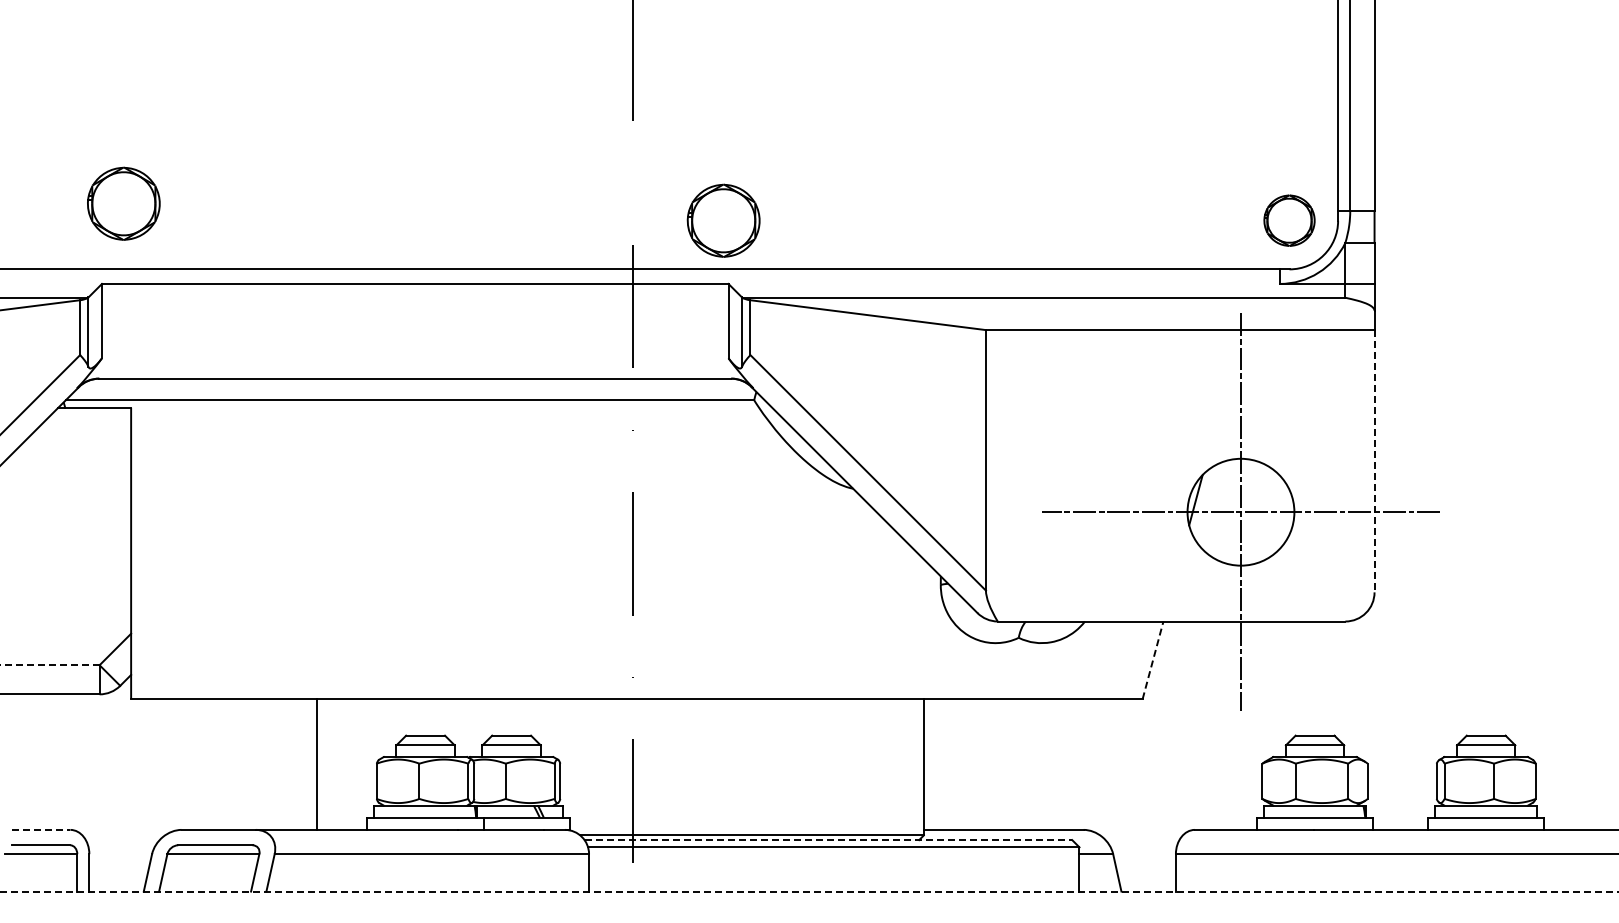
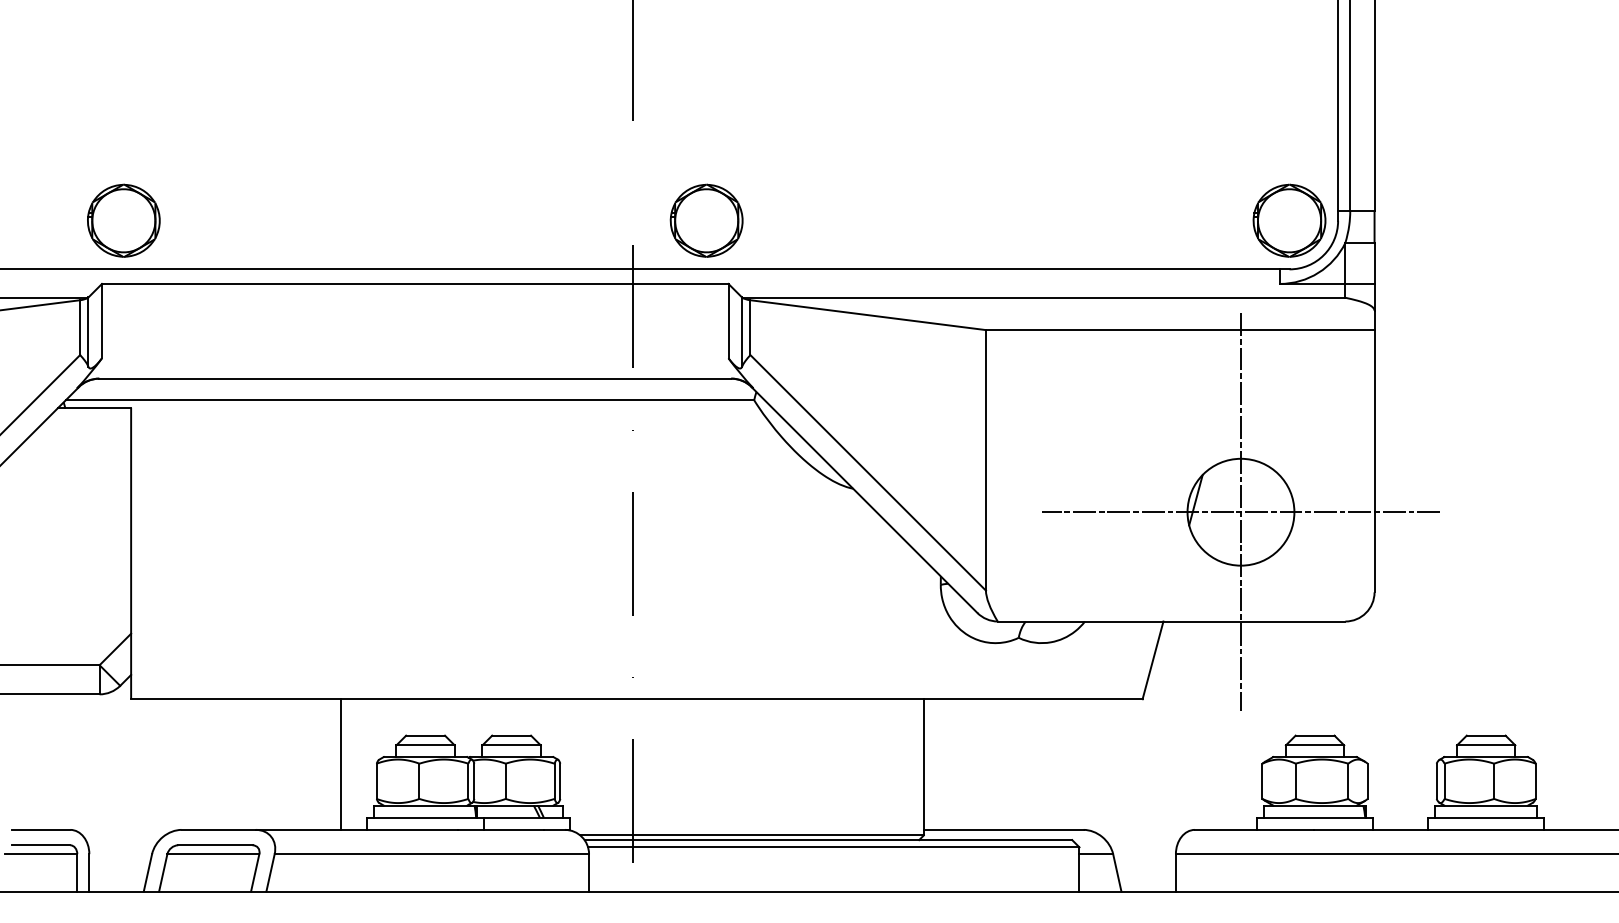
part at (123, 203) position: (123, 203) -> (123, 220)
part at (723, 220) position: (723, 220) -> (706, 220)
part at (1289, 220) size: 53x53 px -> 75x75 px
line at (1374, 461): dashed -> solid
line at (1153, 659): dashed -> solid
line at (49, 665): dashed -> solid
line at (317, 764) position: (317, 764) -> (341, 764)
line at (41, 829): dashed -> solid
line at (828, 840): dashed -> solid
line at (809, 891): dashed -> solid
